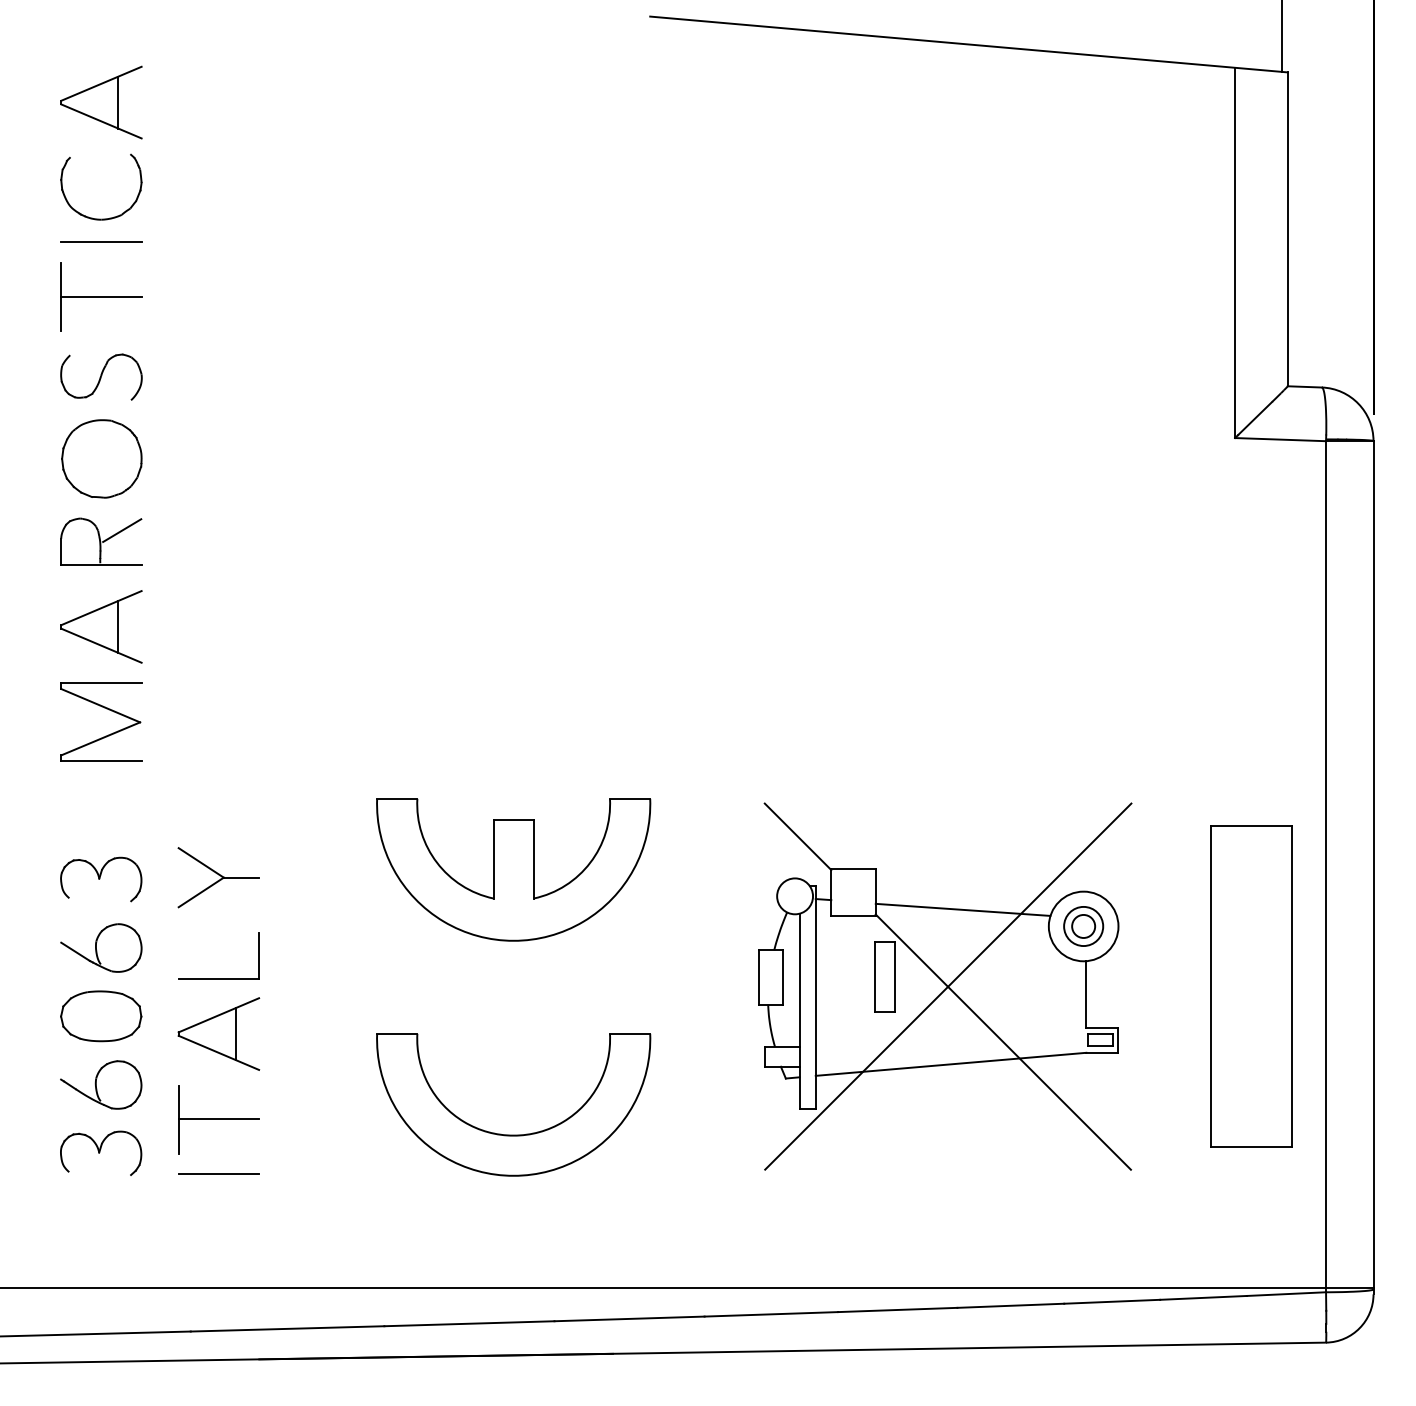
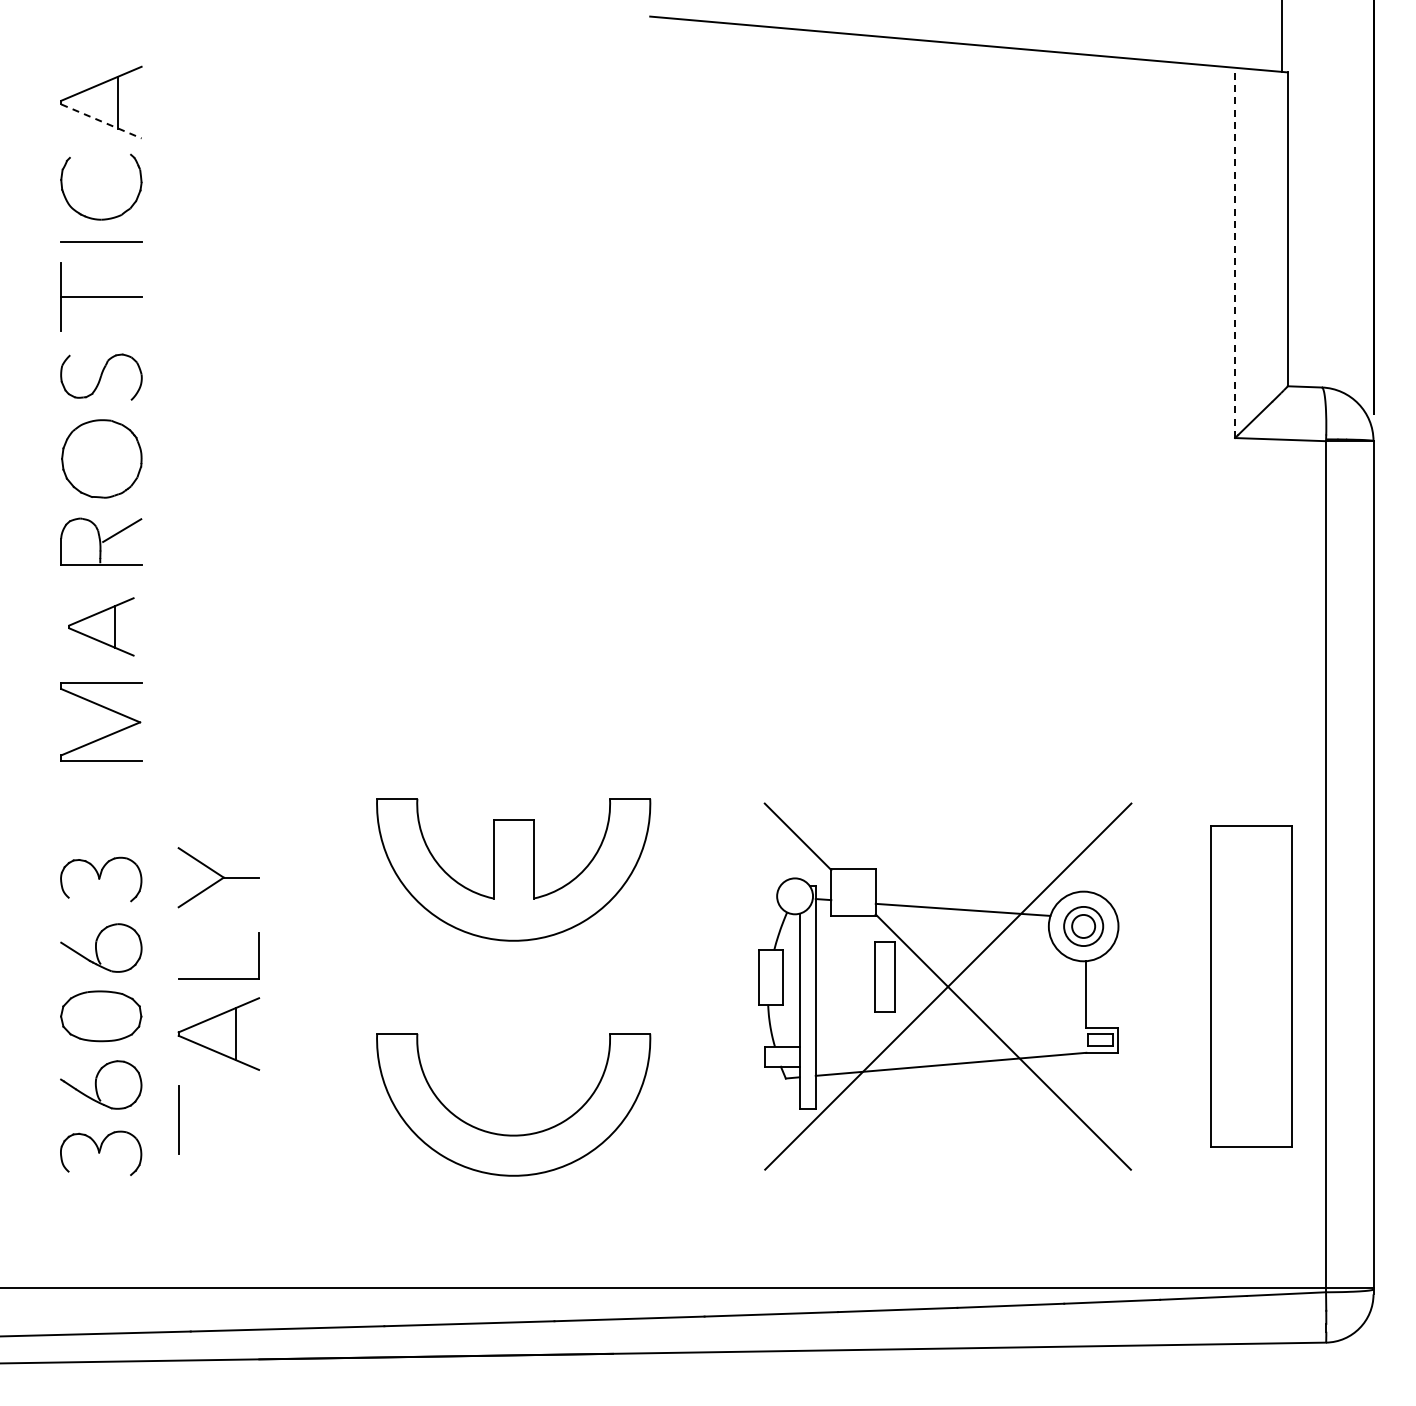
line at (101, 121): solid -> dashed
line at (1235, 252): solid -> dashed
part at (101, 626) size: 83x74 px -> 67x60 px
line at (218, 1119): present -> none
line at (218, 1173): present -> none
